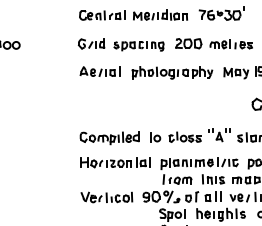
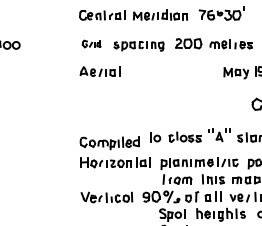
part at (91, 43) size: 29x12 px -> 21x10 px
part at (172, 72): present -> none
part at (109, 138) position: (109, 138) -> (109, 143)
